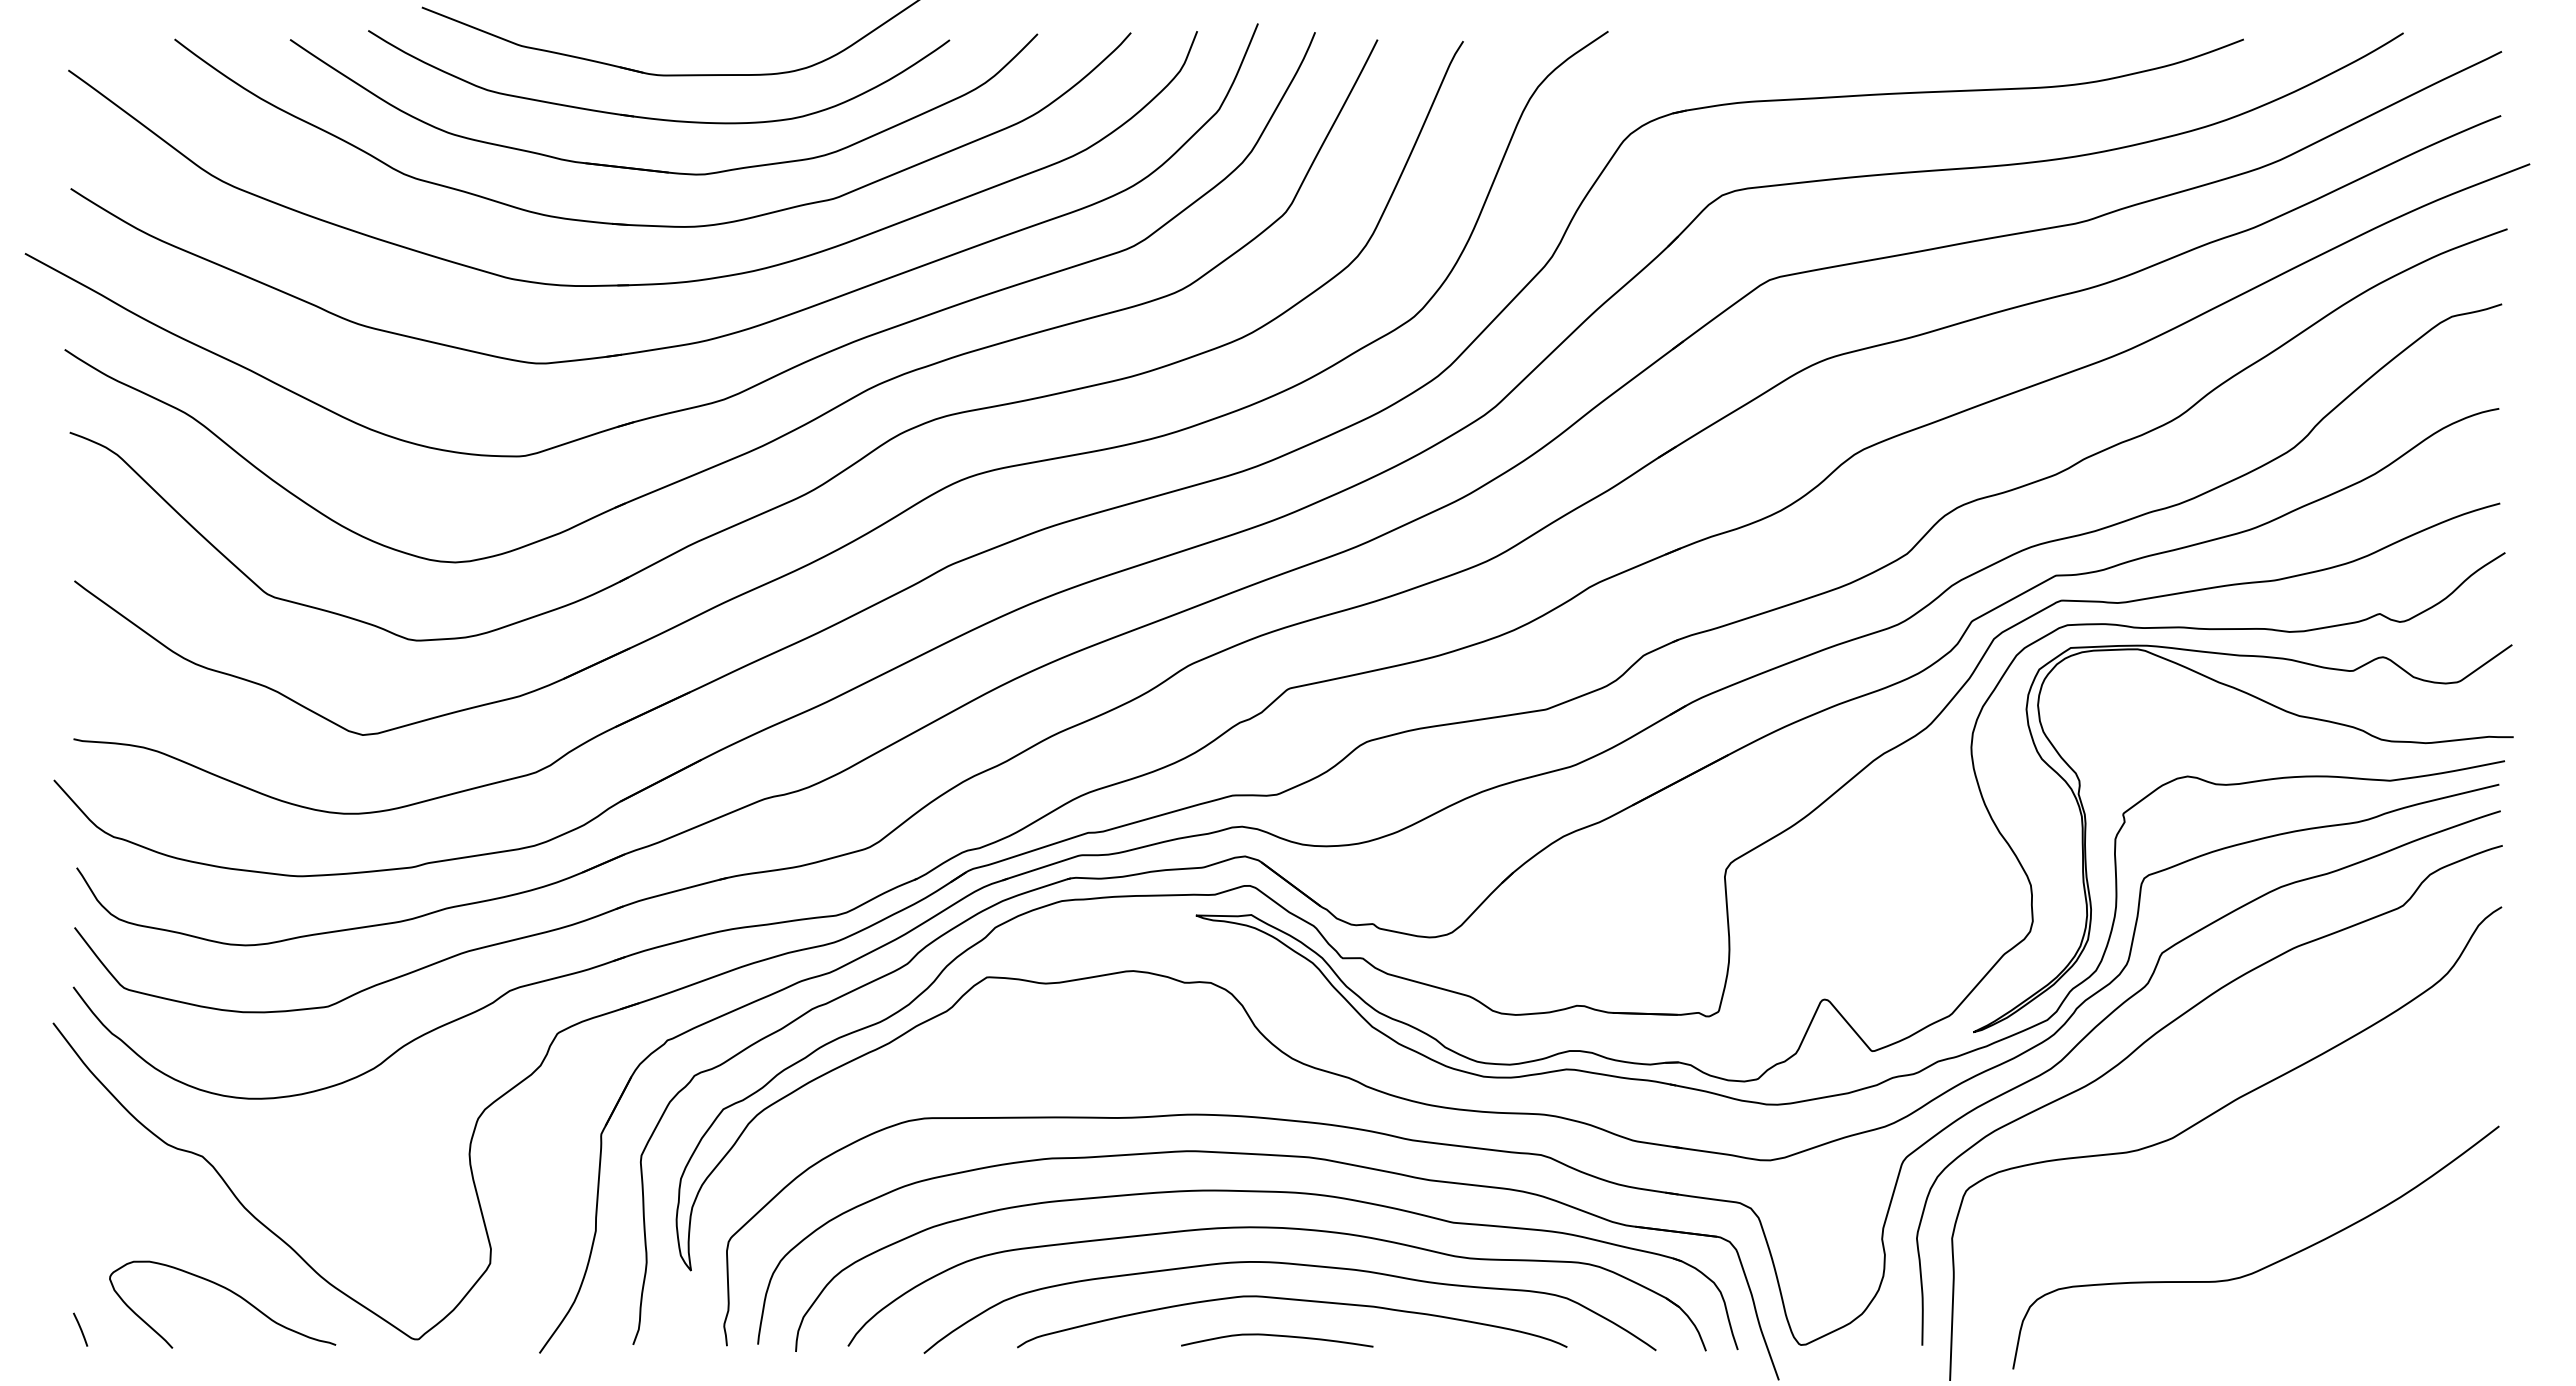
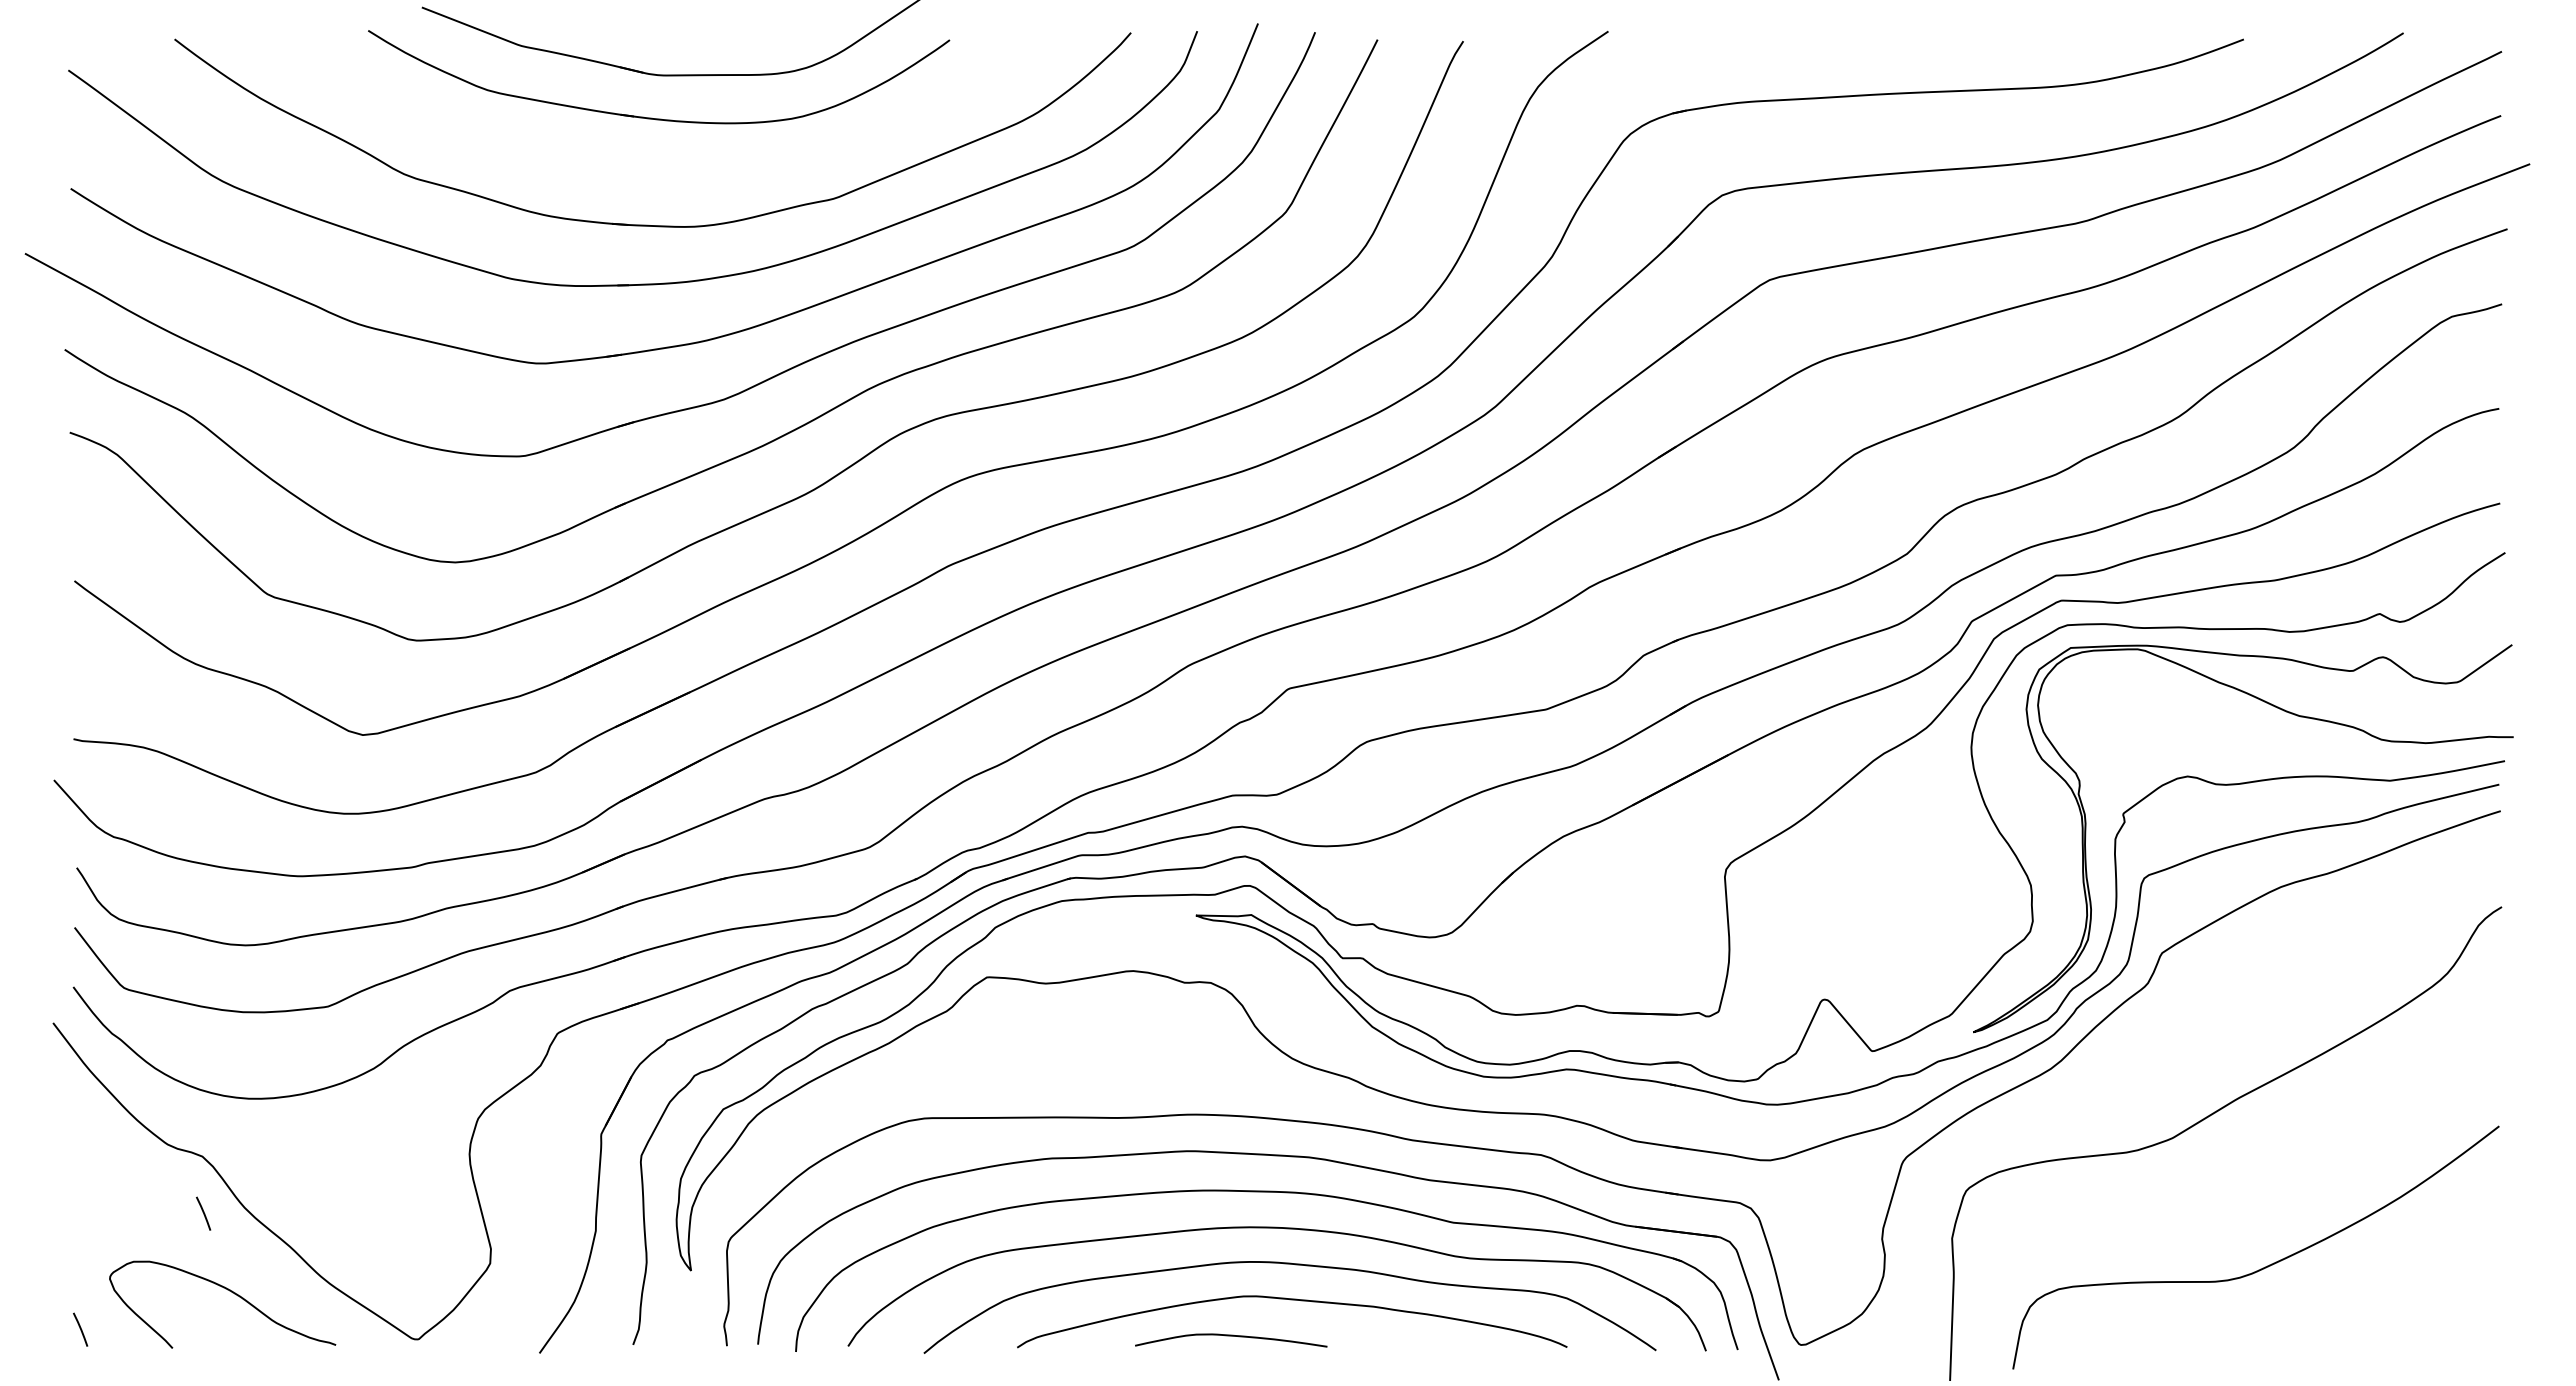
part at (652, 169): present -> none
curve at (2159, 1032): present -> none
line at (203, 1213): none -> present
curve at (1277, 1336) position: (1277, 1336) -> (1231, 1336)
